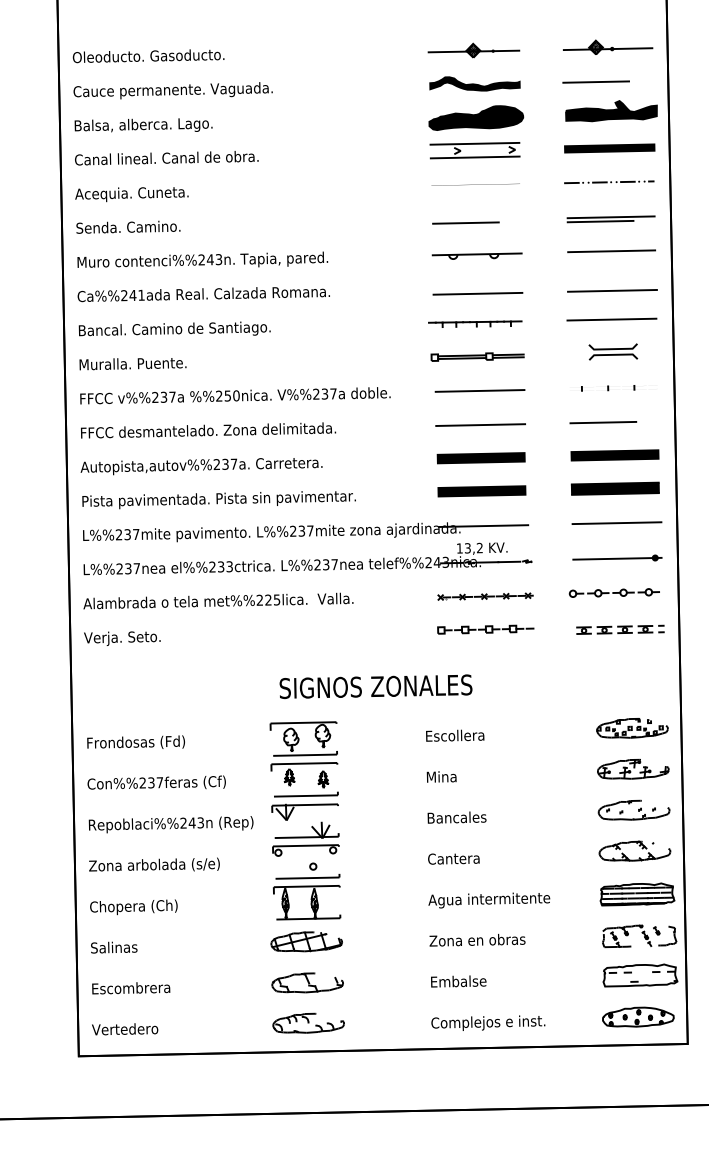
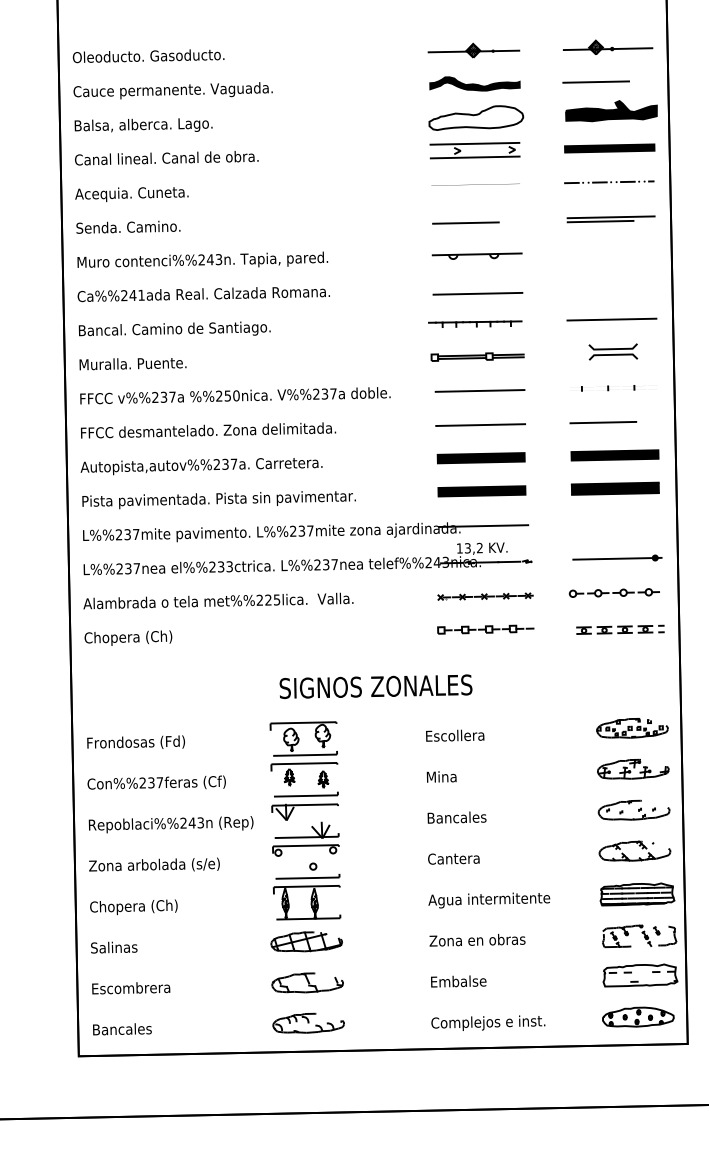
fill at (476, 118): present -> none
line at (611, 251): present -> none
line at (612, 290): present -> none
line at (616, 523): present -> none
text at (128, 637): Verja. Seto. -> Chopera (Ch)
text at (125, 1029): Vertedero -> Bancales
